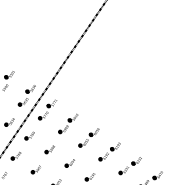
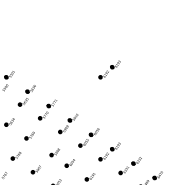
part at (109, 69): none -> present
line at (53, 77): present -> none
part at (49, 149) position: (49, 149) -> (54, 152)
